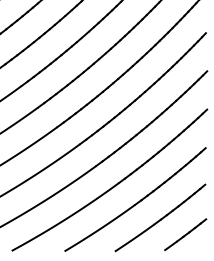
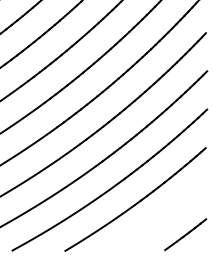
part at (160, 217): present -> none
